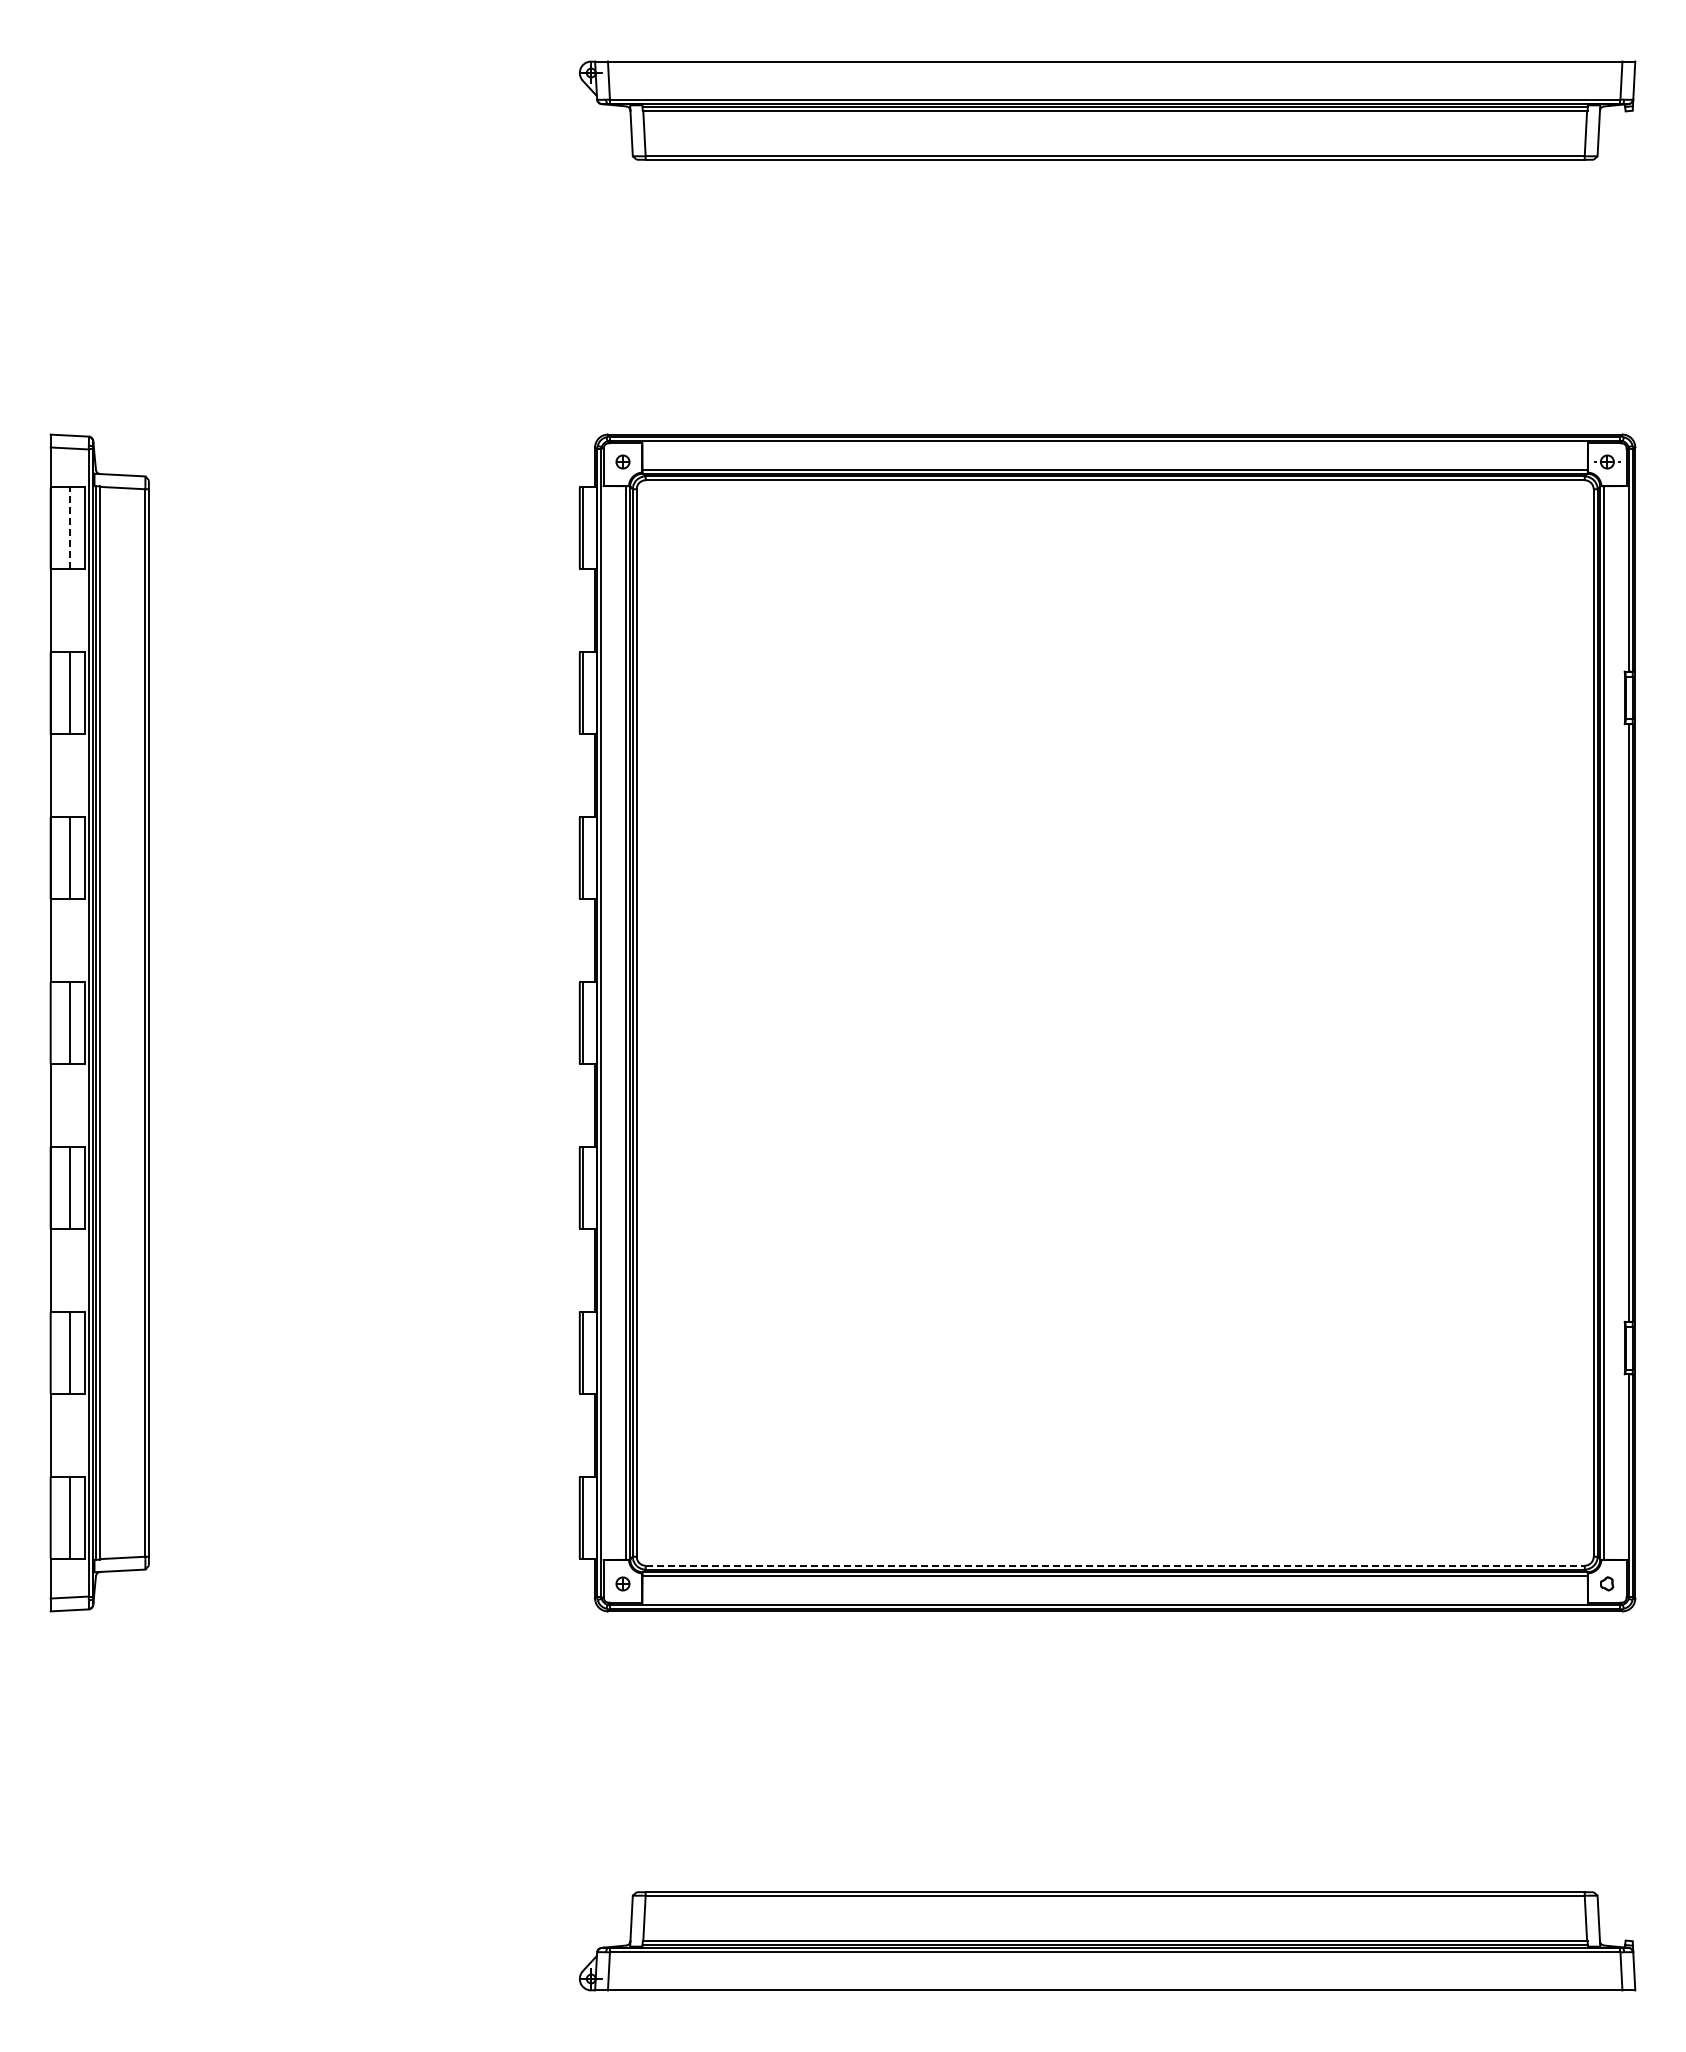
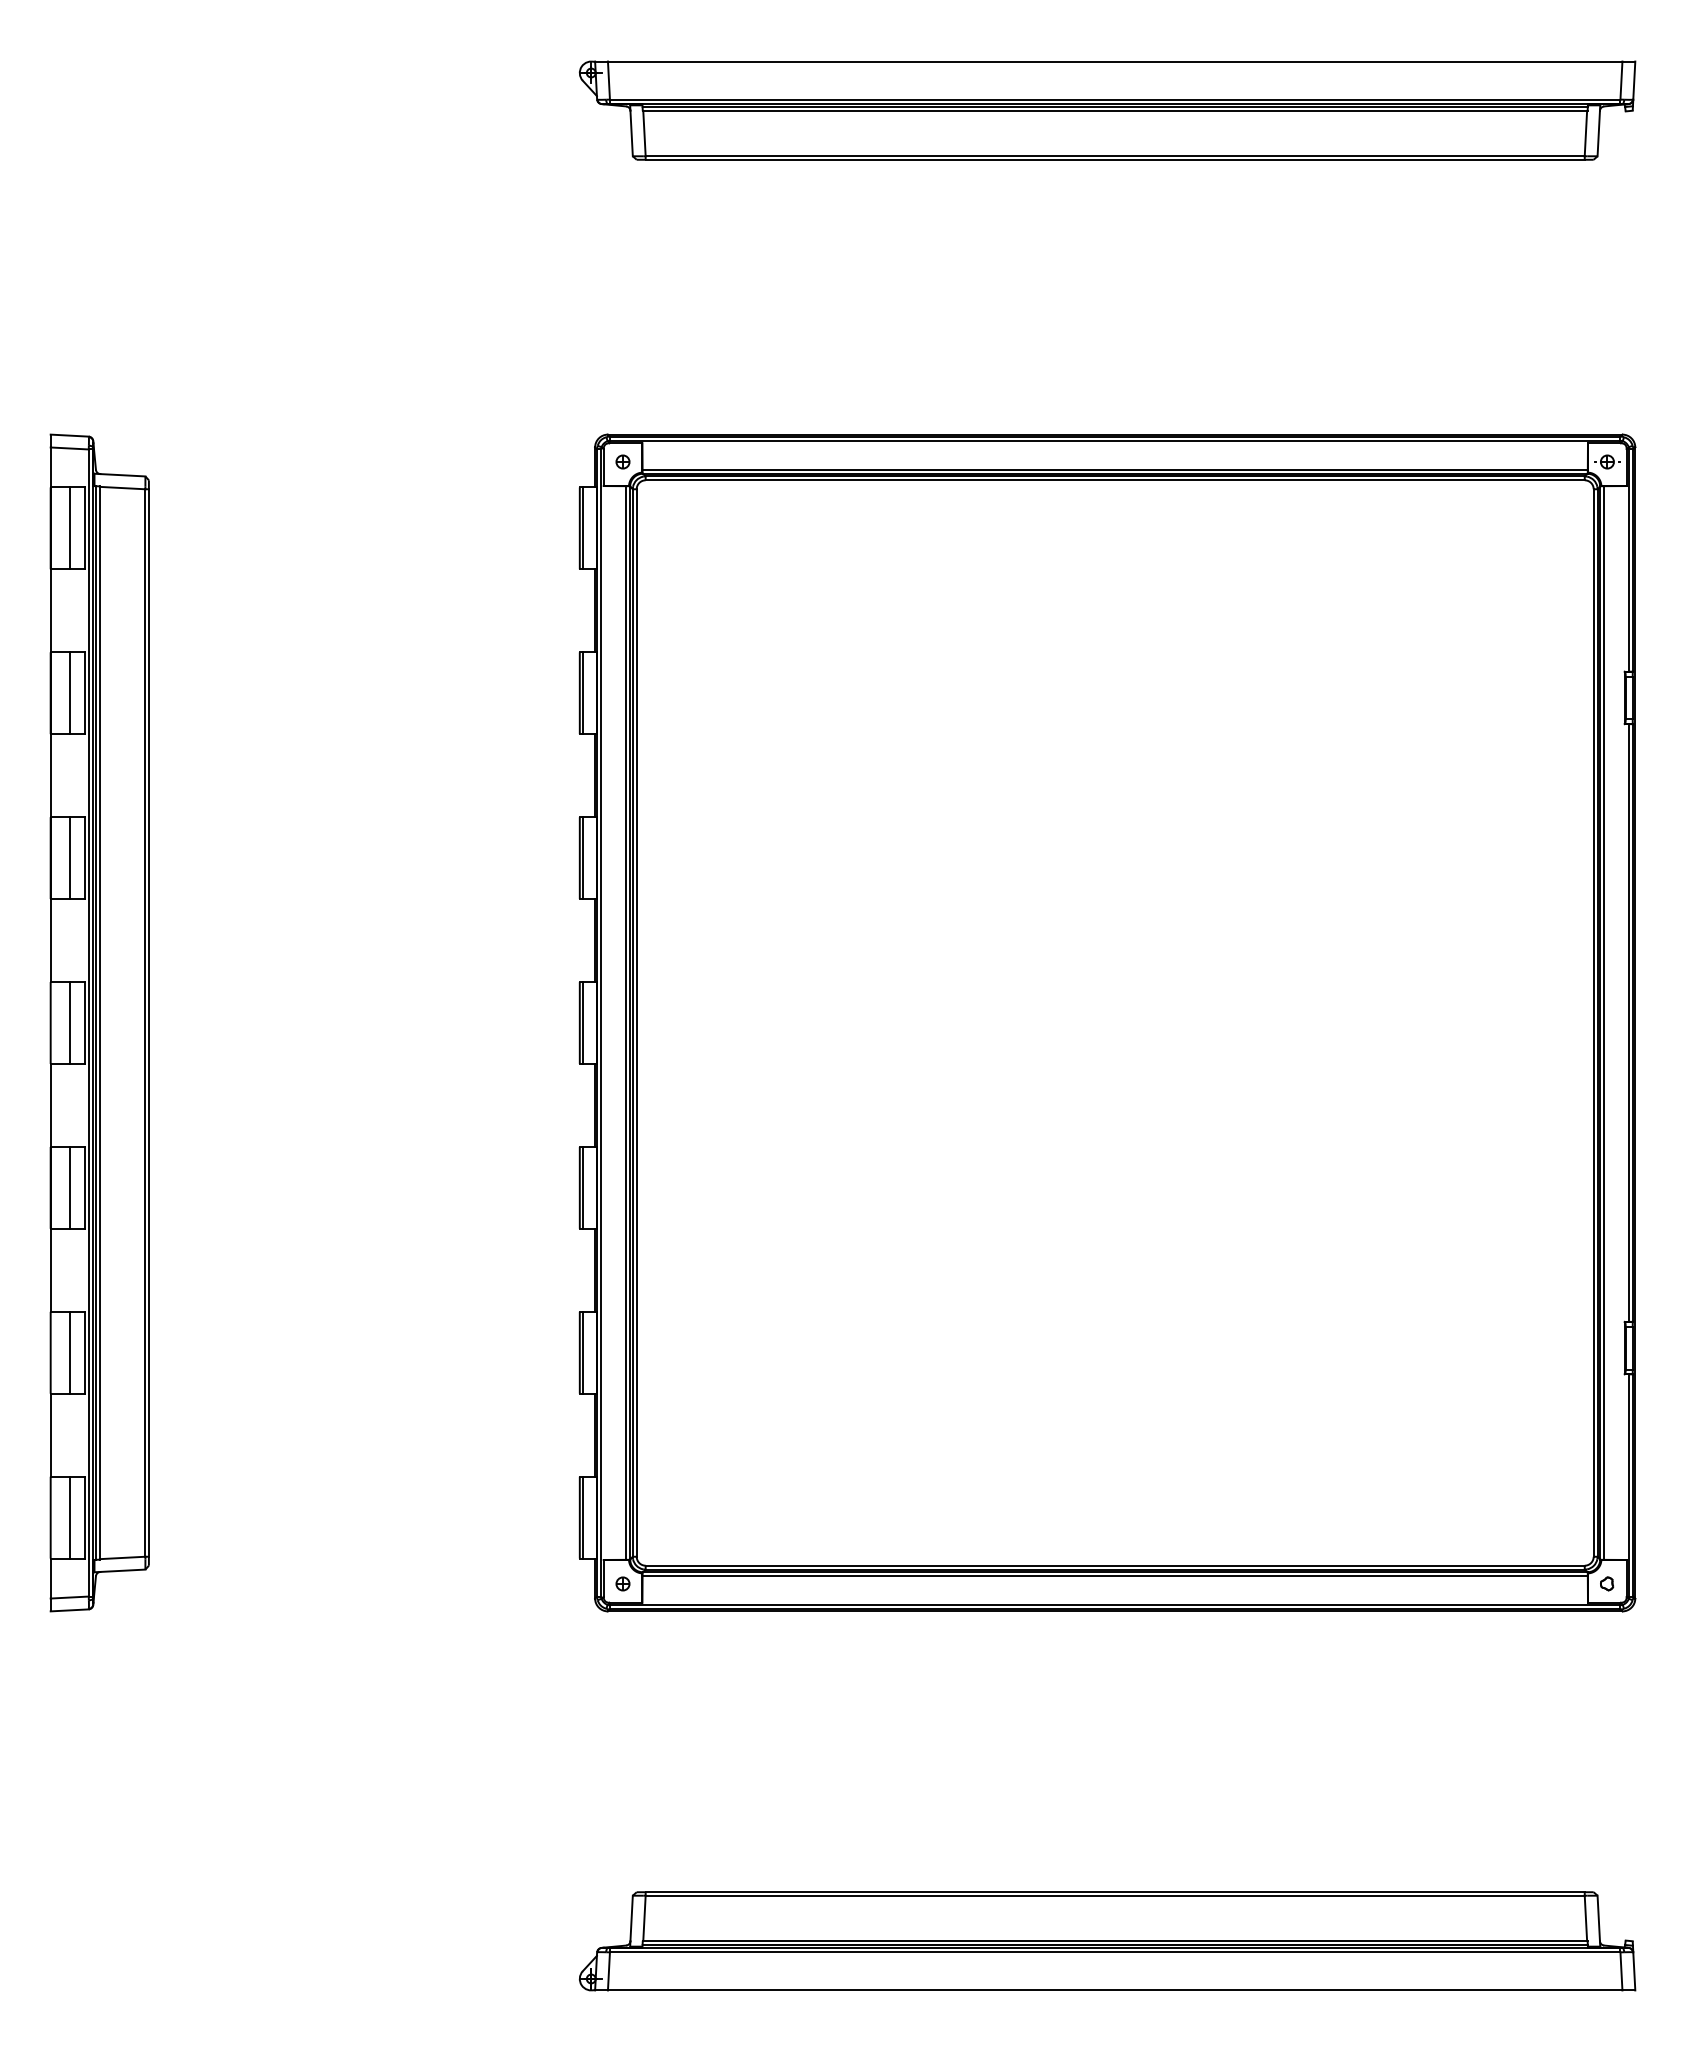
line at (69, 528): dashed -> solid
line at (1115, 1565): dashed -> solid
